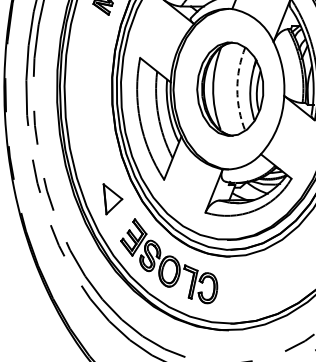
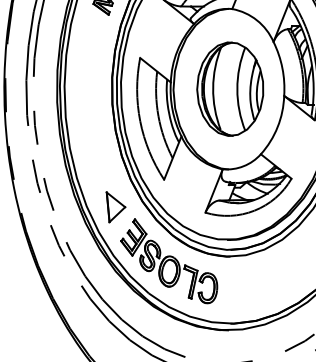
arc at (237, 89): dashed -> solid
part at (112, 199) position: (112, 199) -> (115, 207)
